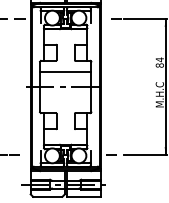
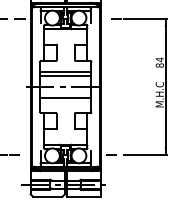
line at (65, 76): none -> present
line at (65, 98): none -> present
